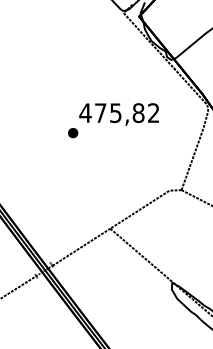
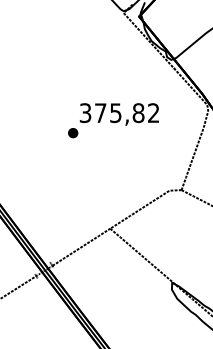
text at (85, 113): 475,82 -> 375,82
